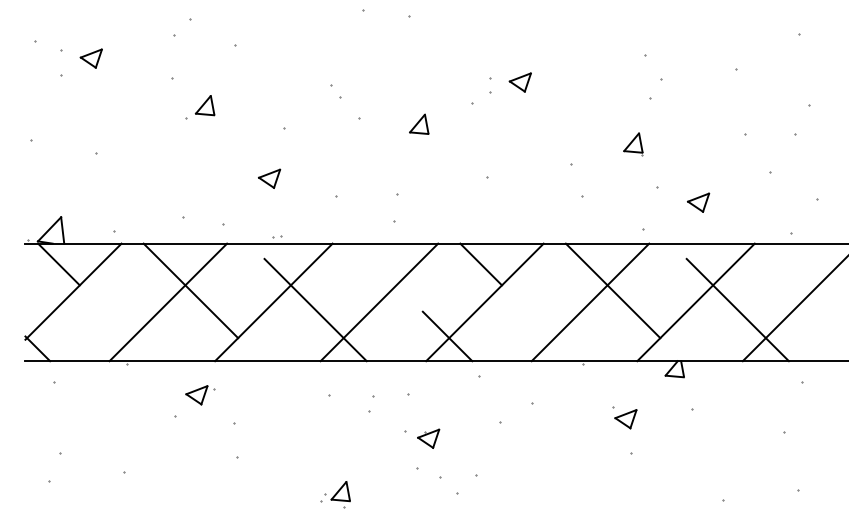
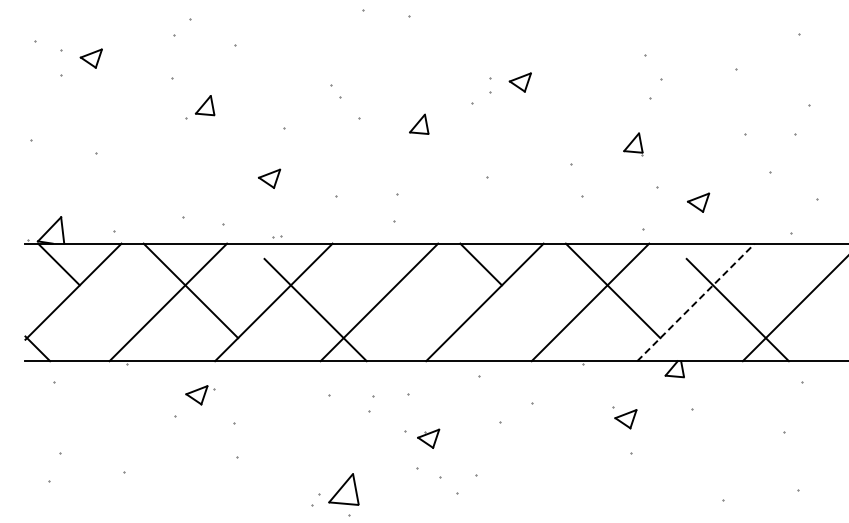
line at (696, 302): solid -> dashed
line at (447, 336): present -> none
part at (335, 494) size: 31x28 px -> 49x44 px
